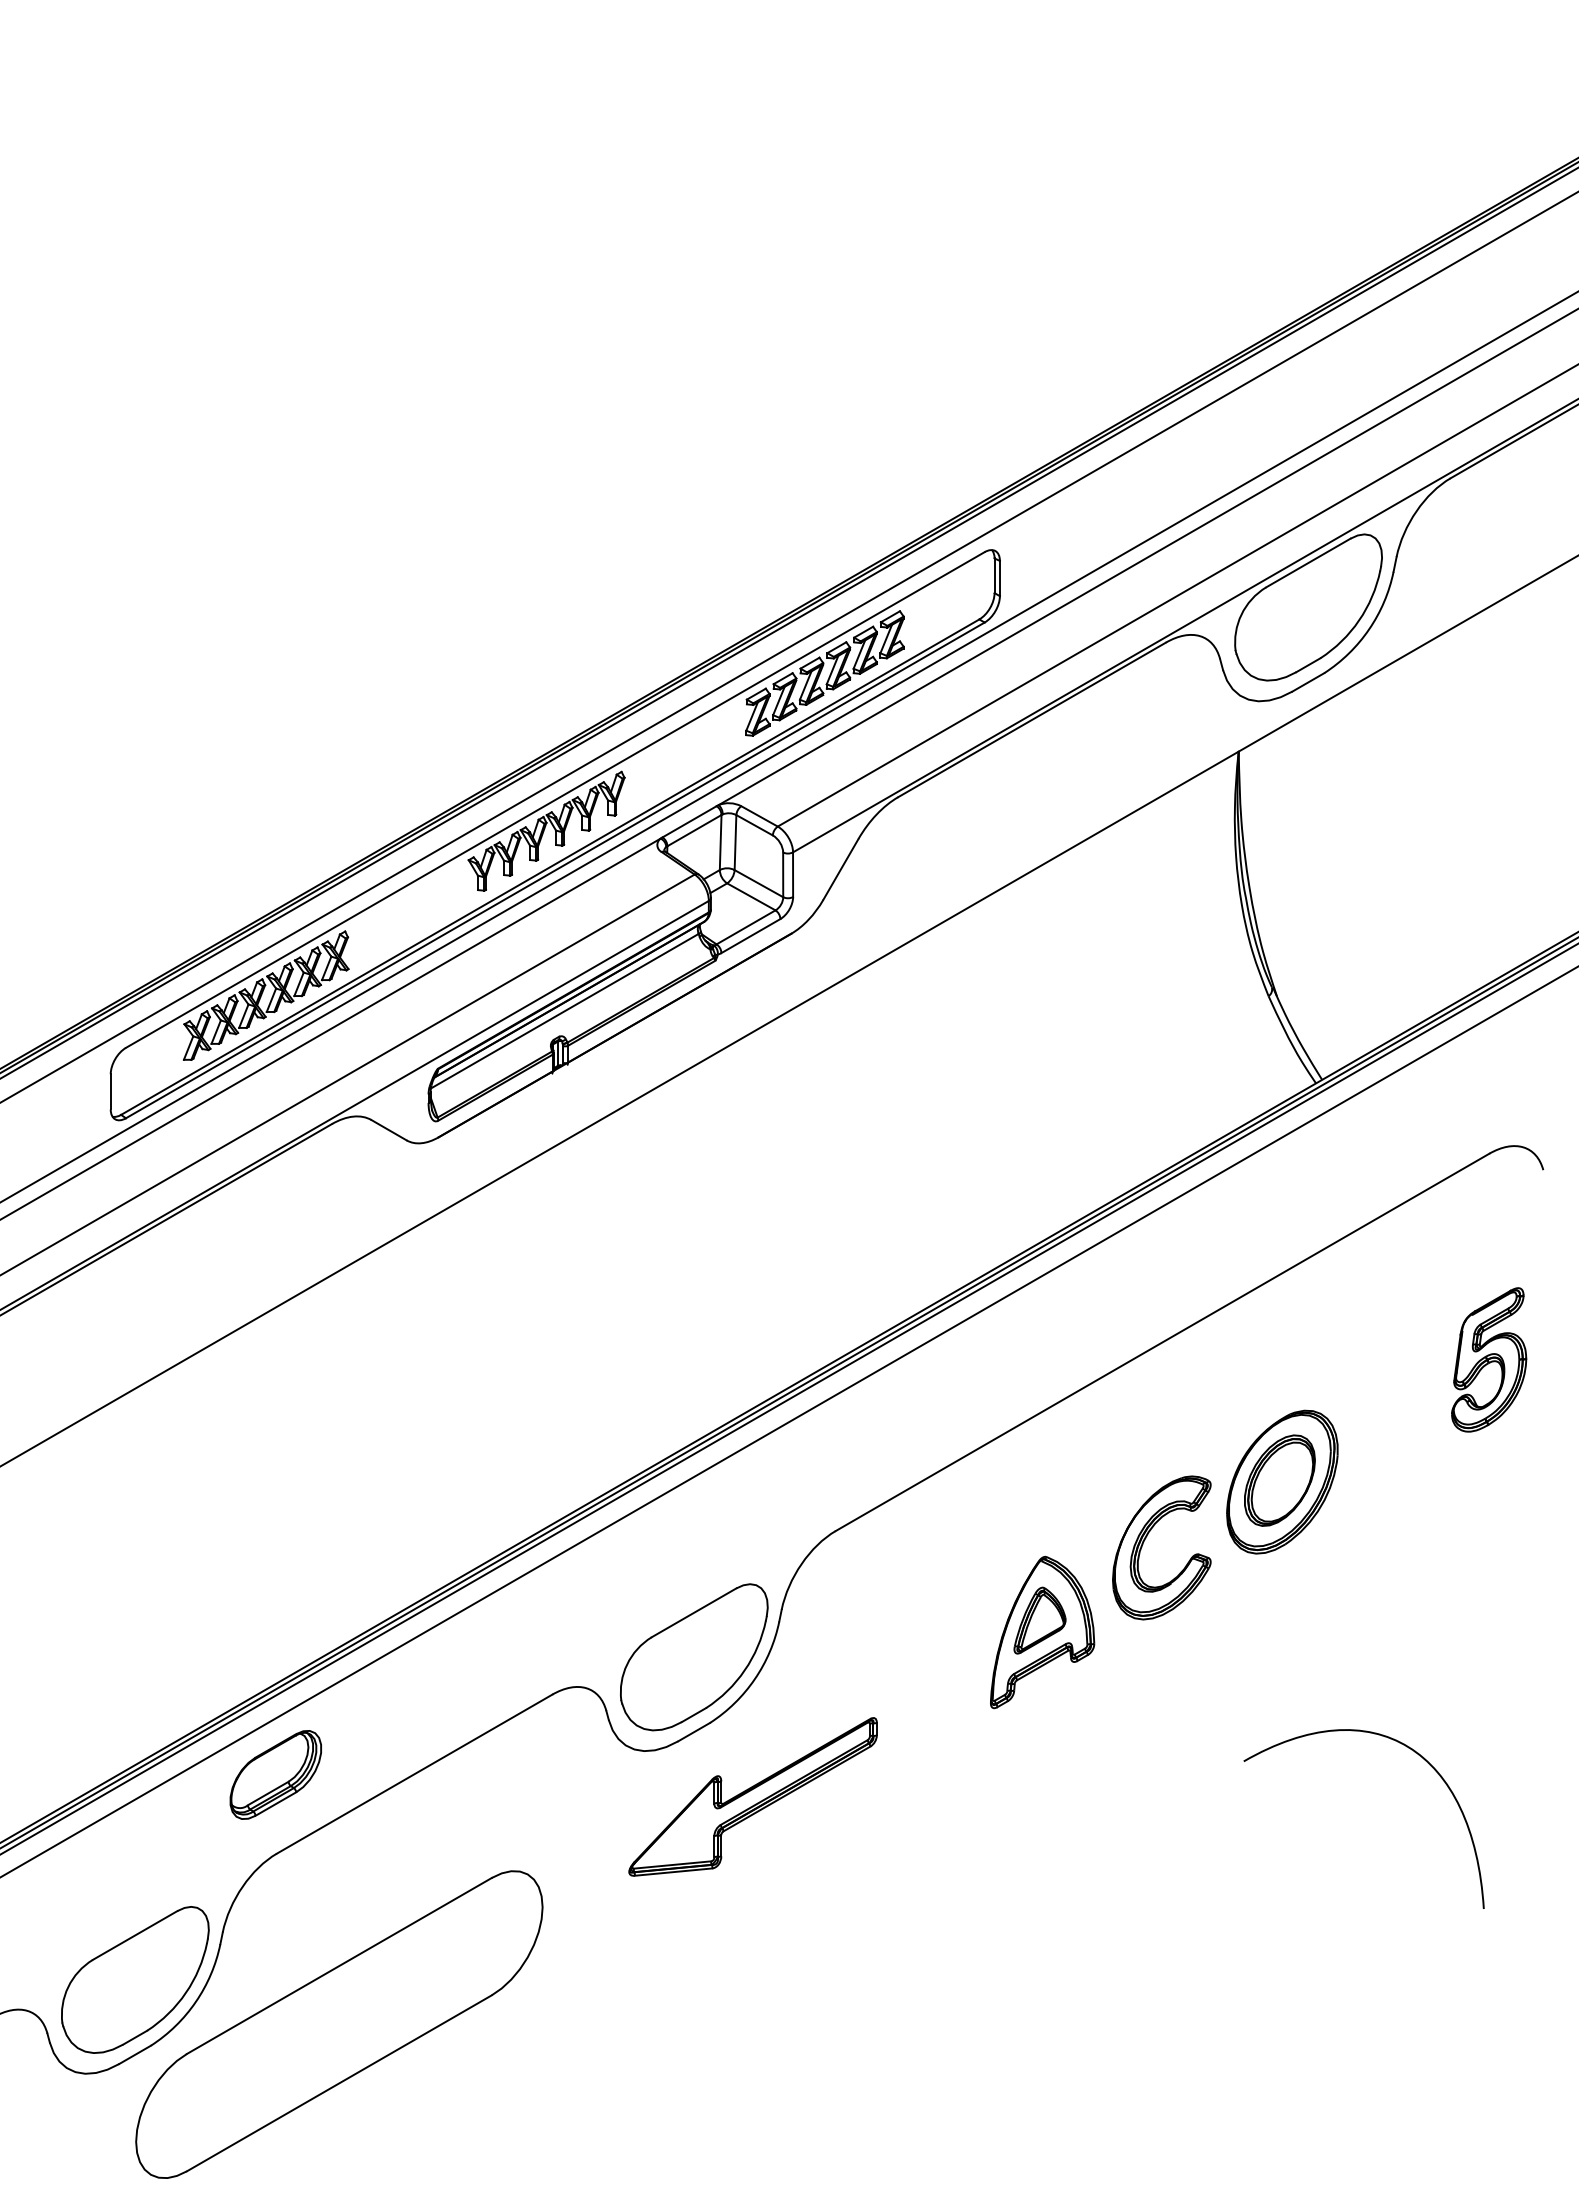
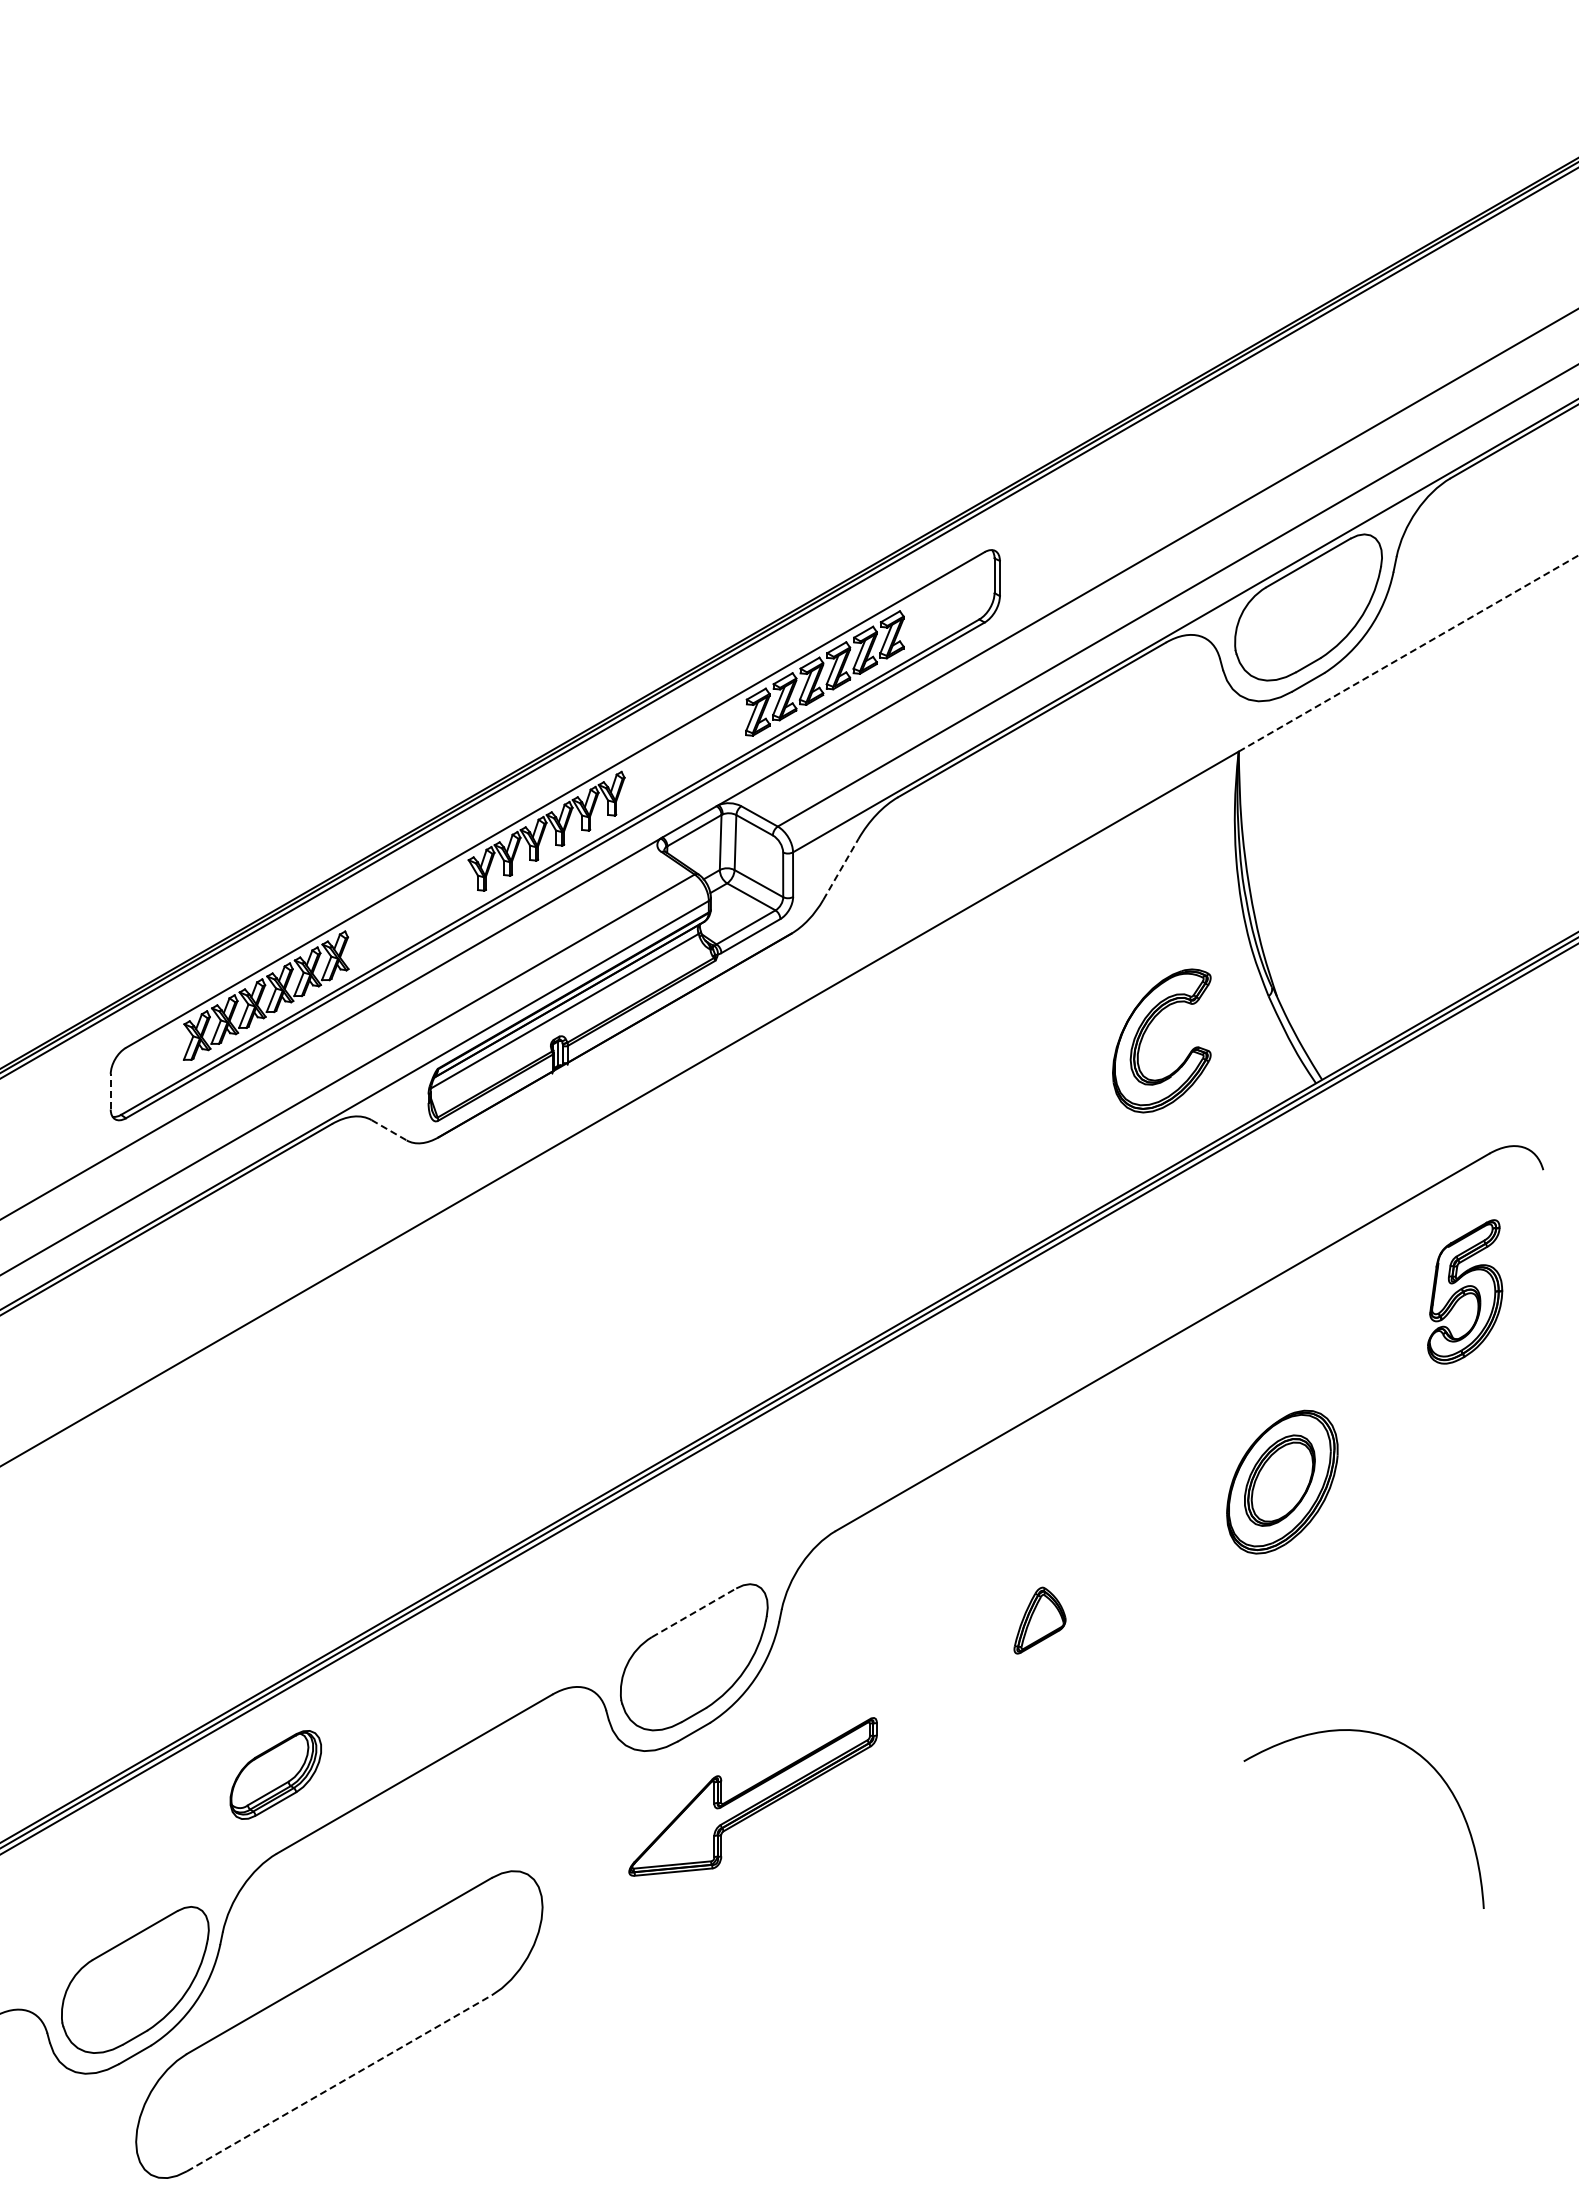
line at (788, 647): present -> none
line at (1409, 653): solid -> dashed
line at (788, 747): present -> none
line at (841, 869): solid -> dashed
line at (110, 1091): solid -> dashed
line at (389, 1130): solid -> dashed
part at (1489, 1359) position: (1489, 1359) -> (1465, 1291)
line at (788, 1422): present -> none
part at (1145, 1540) position: (1145, 1540) -> (1145, 1033)
line at (694, 1612): solid -> dashed
part at (1042, 1632): present -> none
line at (339, 2083): solid -> dashed
